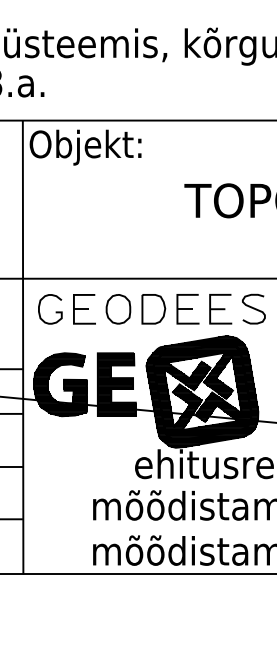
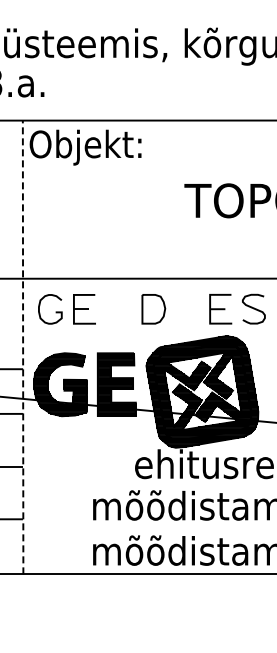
part at (118, 309): present -> none
part at (187, 309): present -> none
line at (23, 347): solid -> dashed
